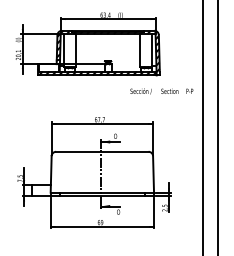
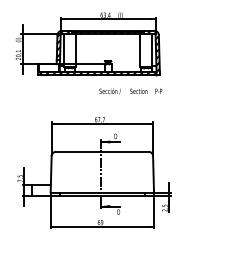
text at (161, 91) position: (161, 91) -> (130, 91)
line at (203, 127): present -> none
line at (218, 127): present -> none
